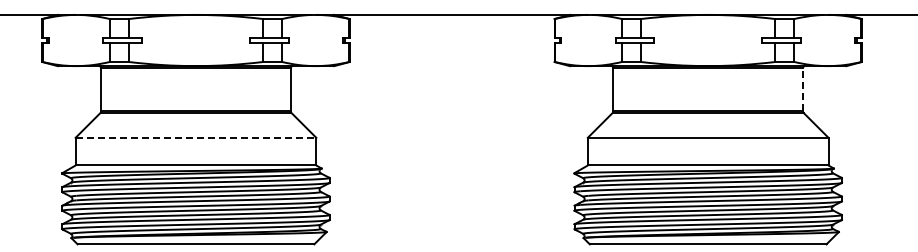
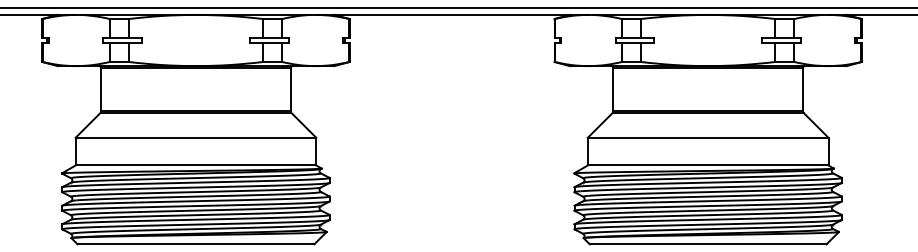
line at (458, 7): none -> present
line at (802, 89): dashed -> solid
line at (196, 137): dashed -> solid
